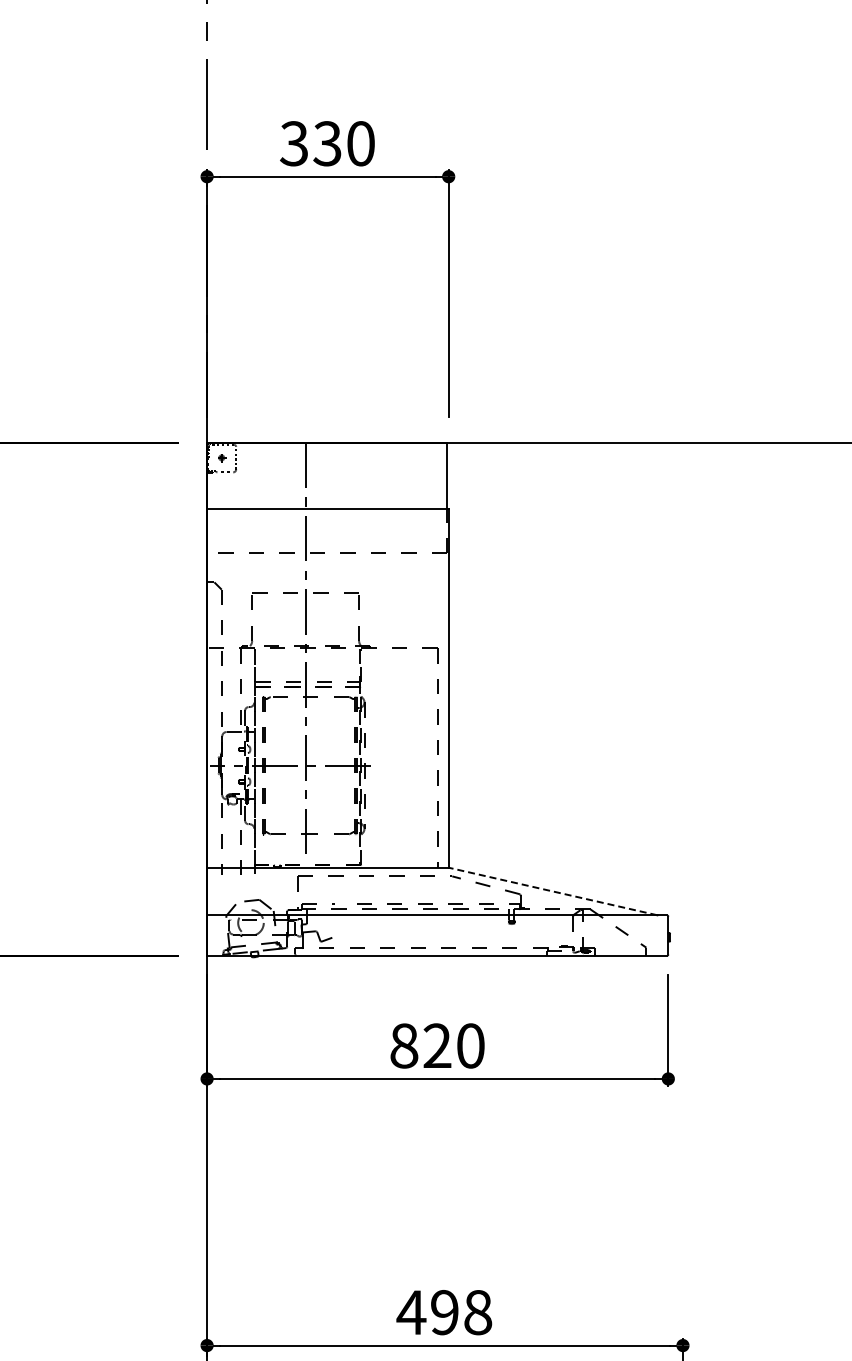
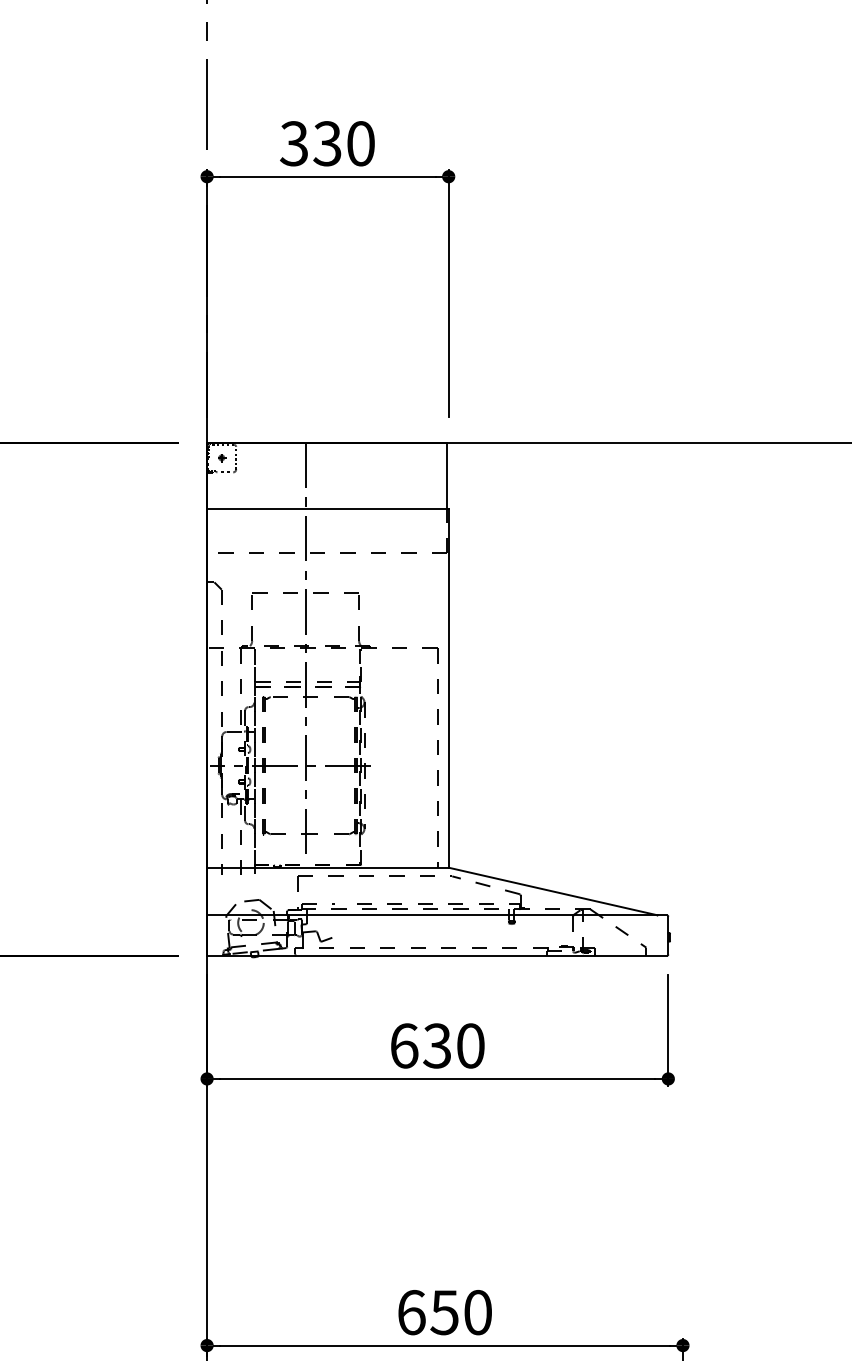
line at (553, 891): dashed -> solid
text at (420, 1045): 820 -> 630
text at (444, 1312): 498 -> 650
